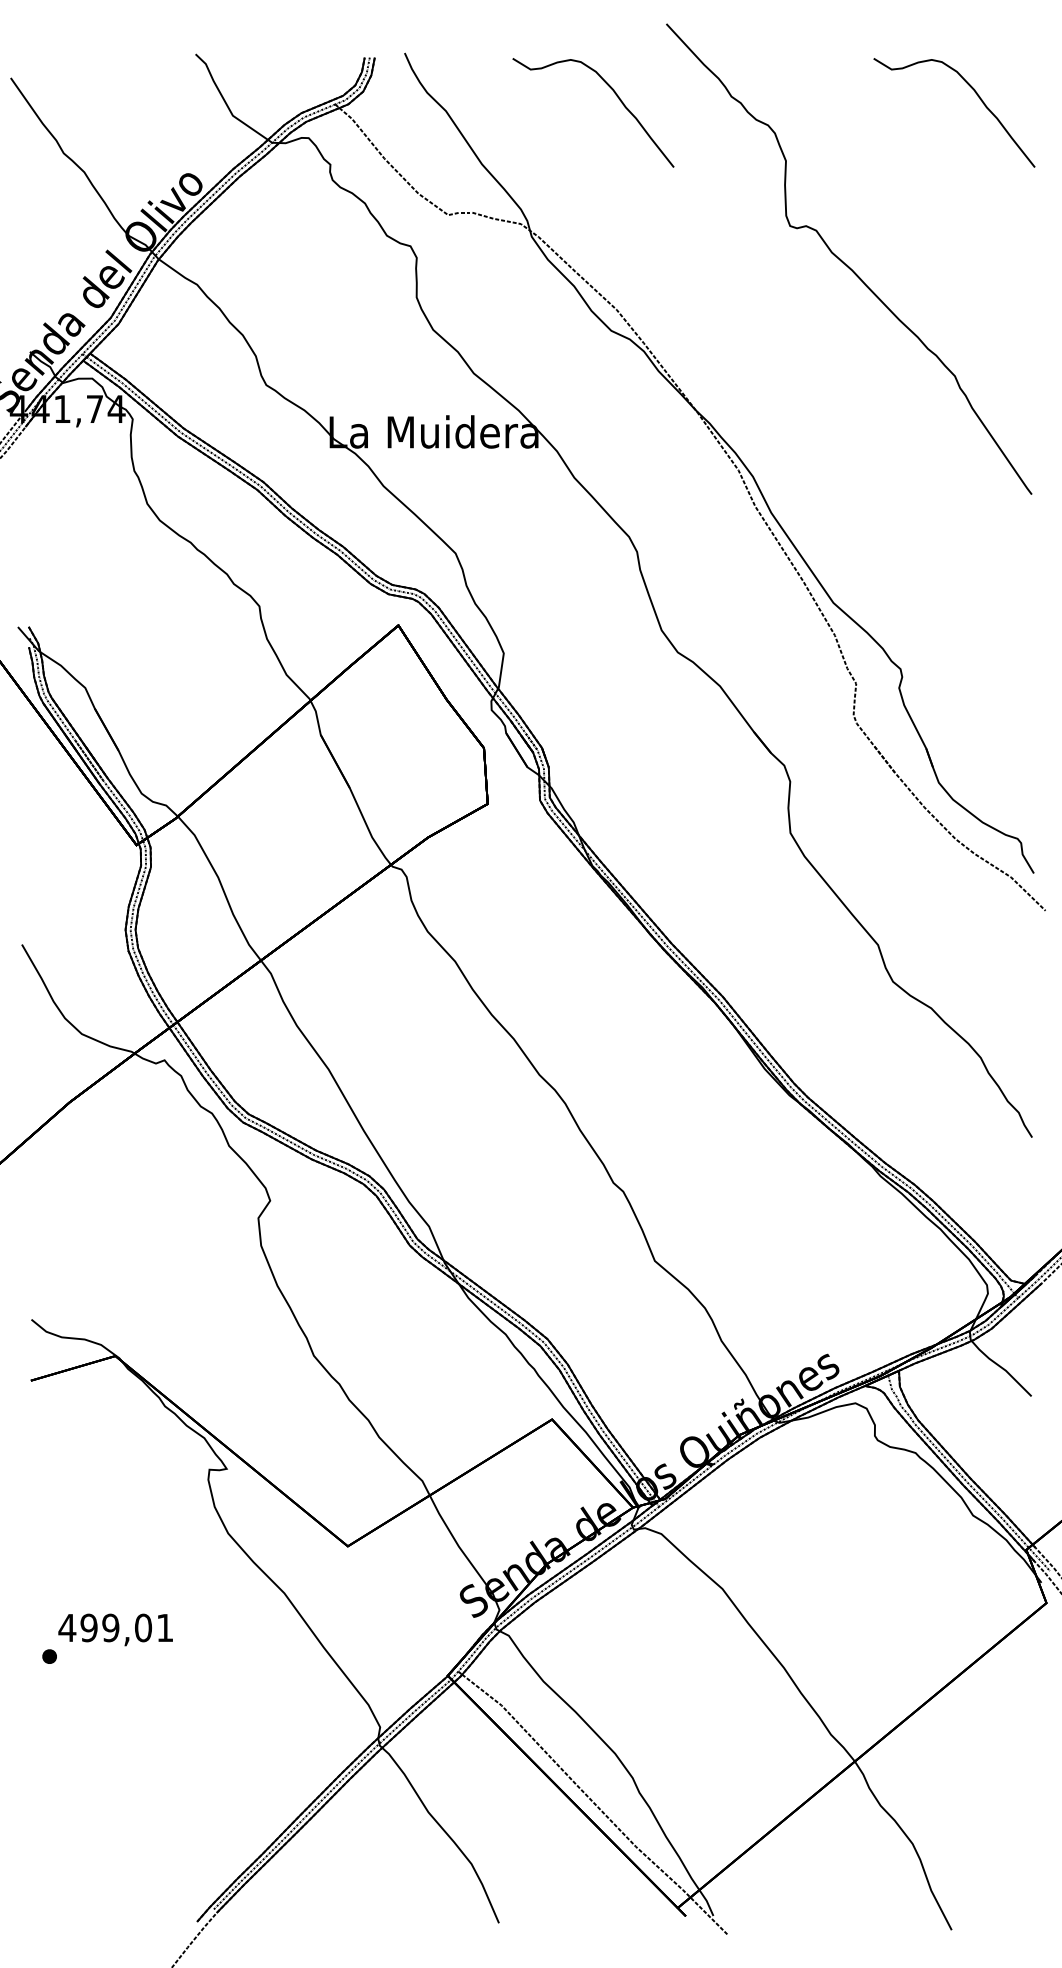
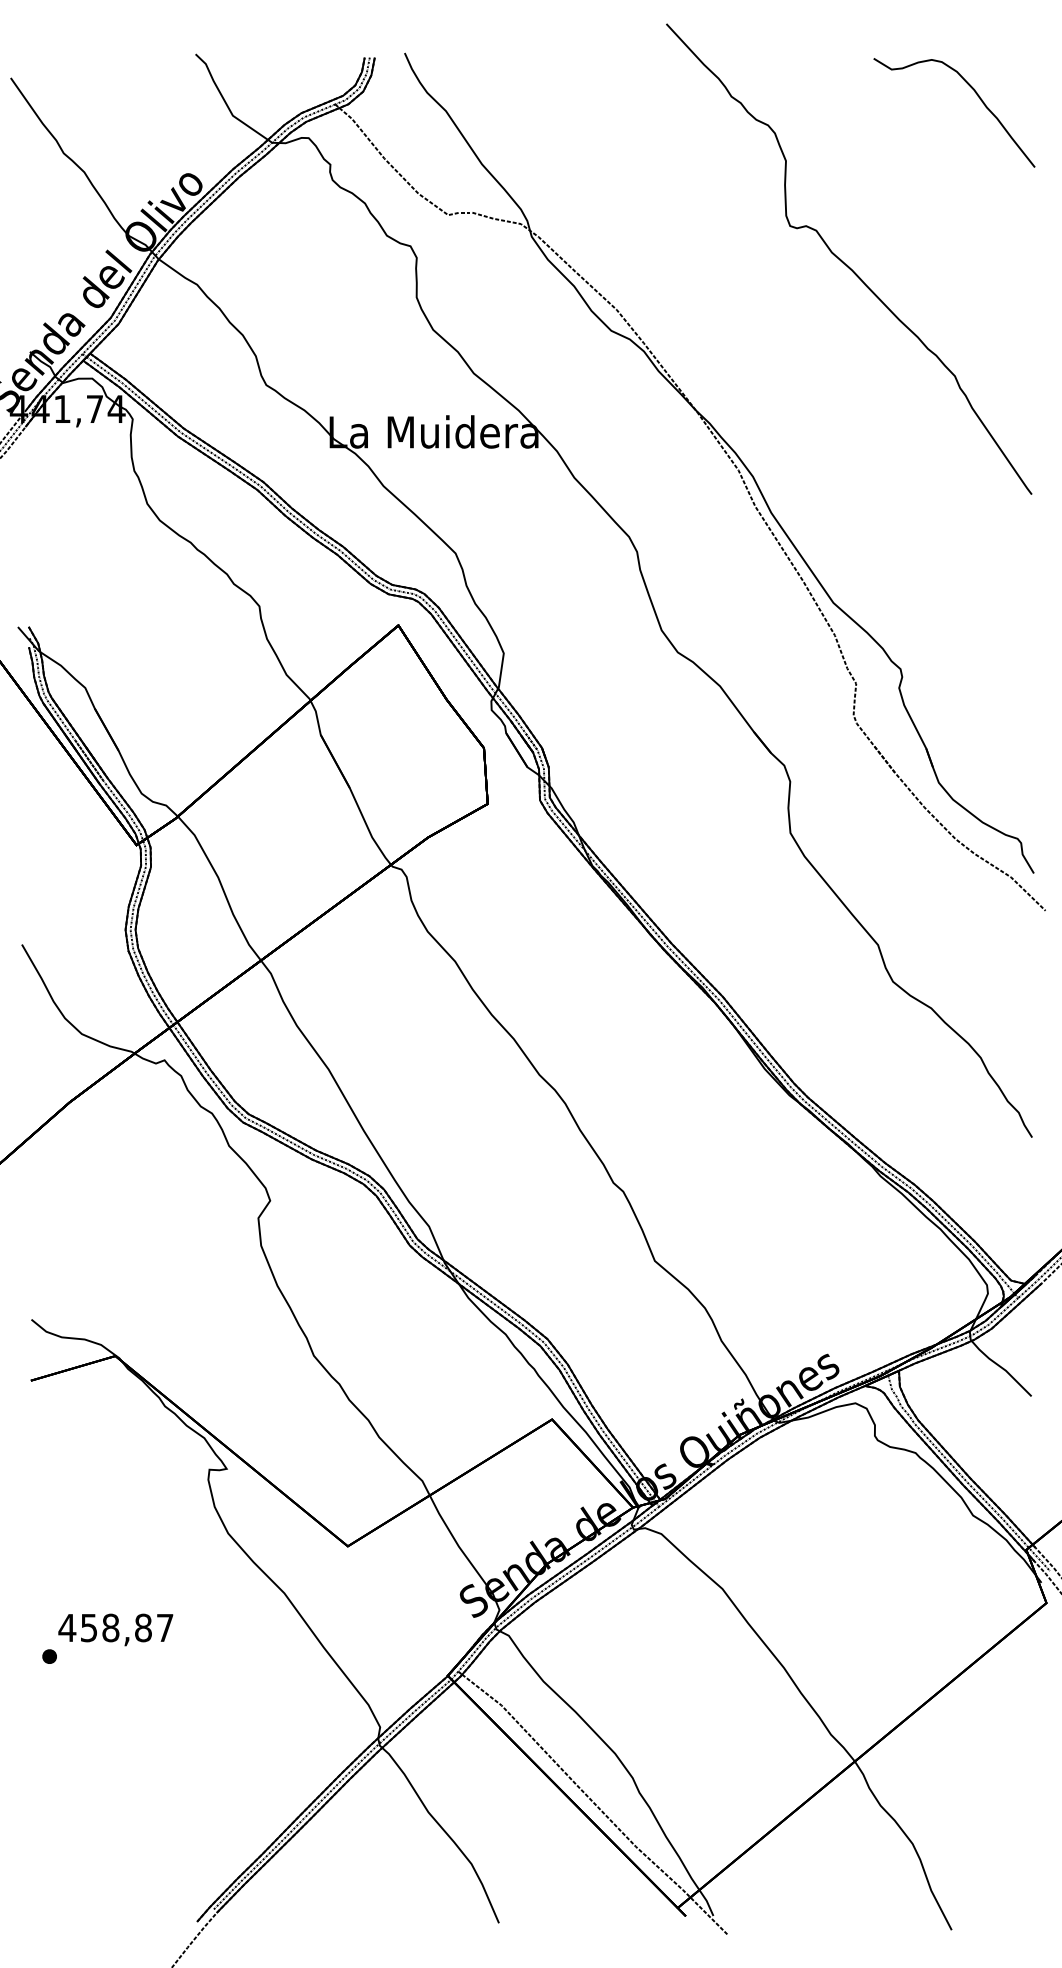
curve at (616, 96): present -> none
text at (126, 1627): 499,01 -> 458,87
